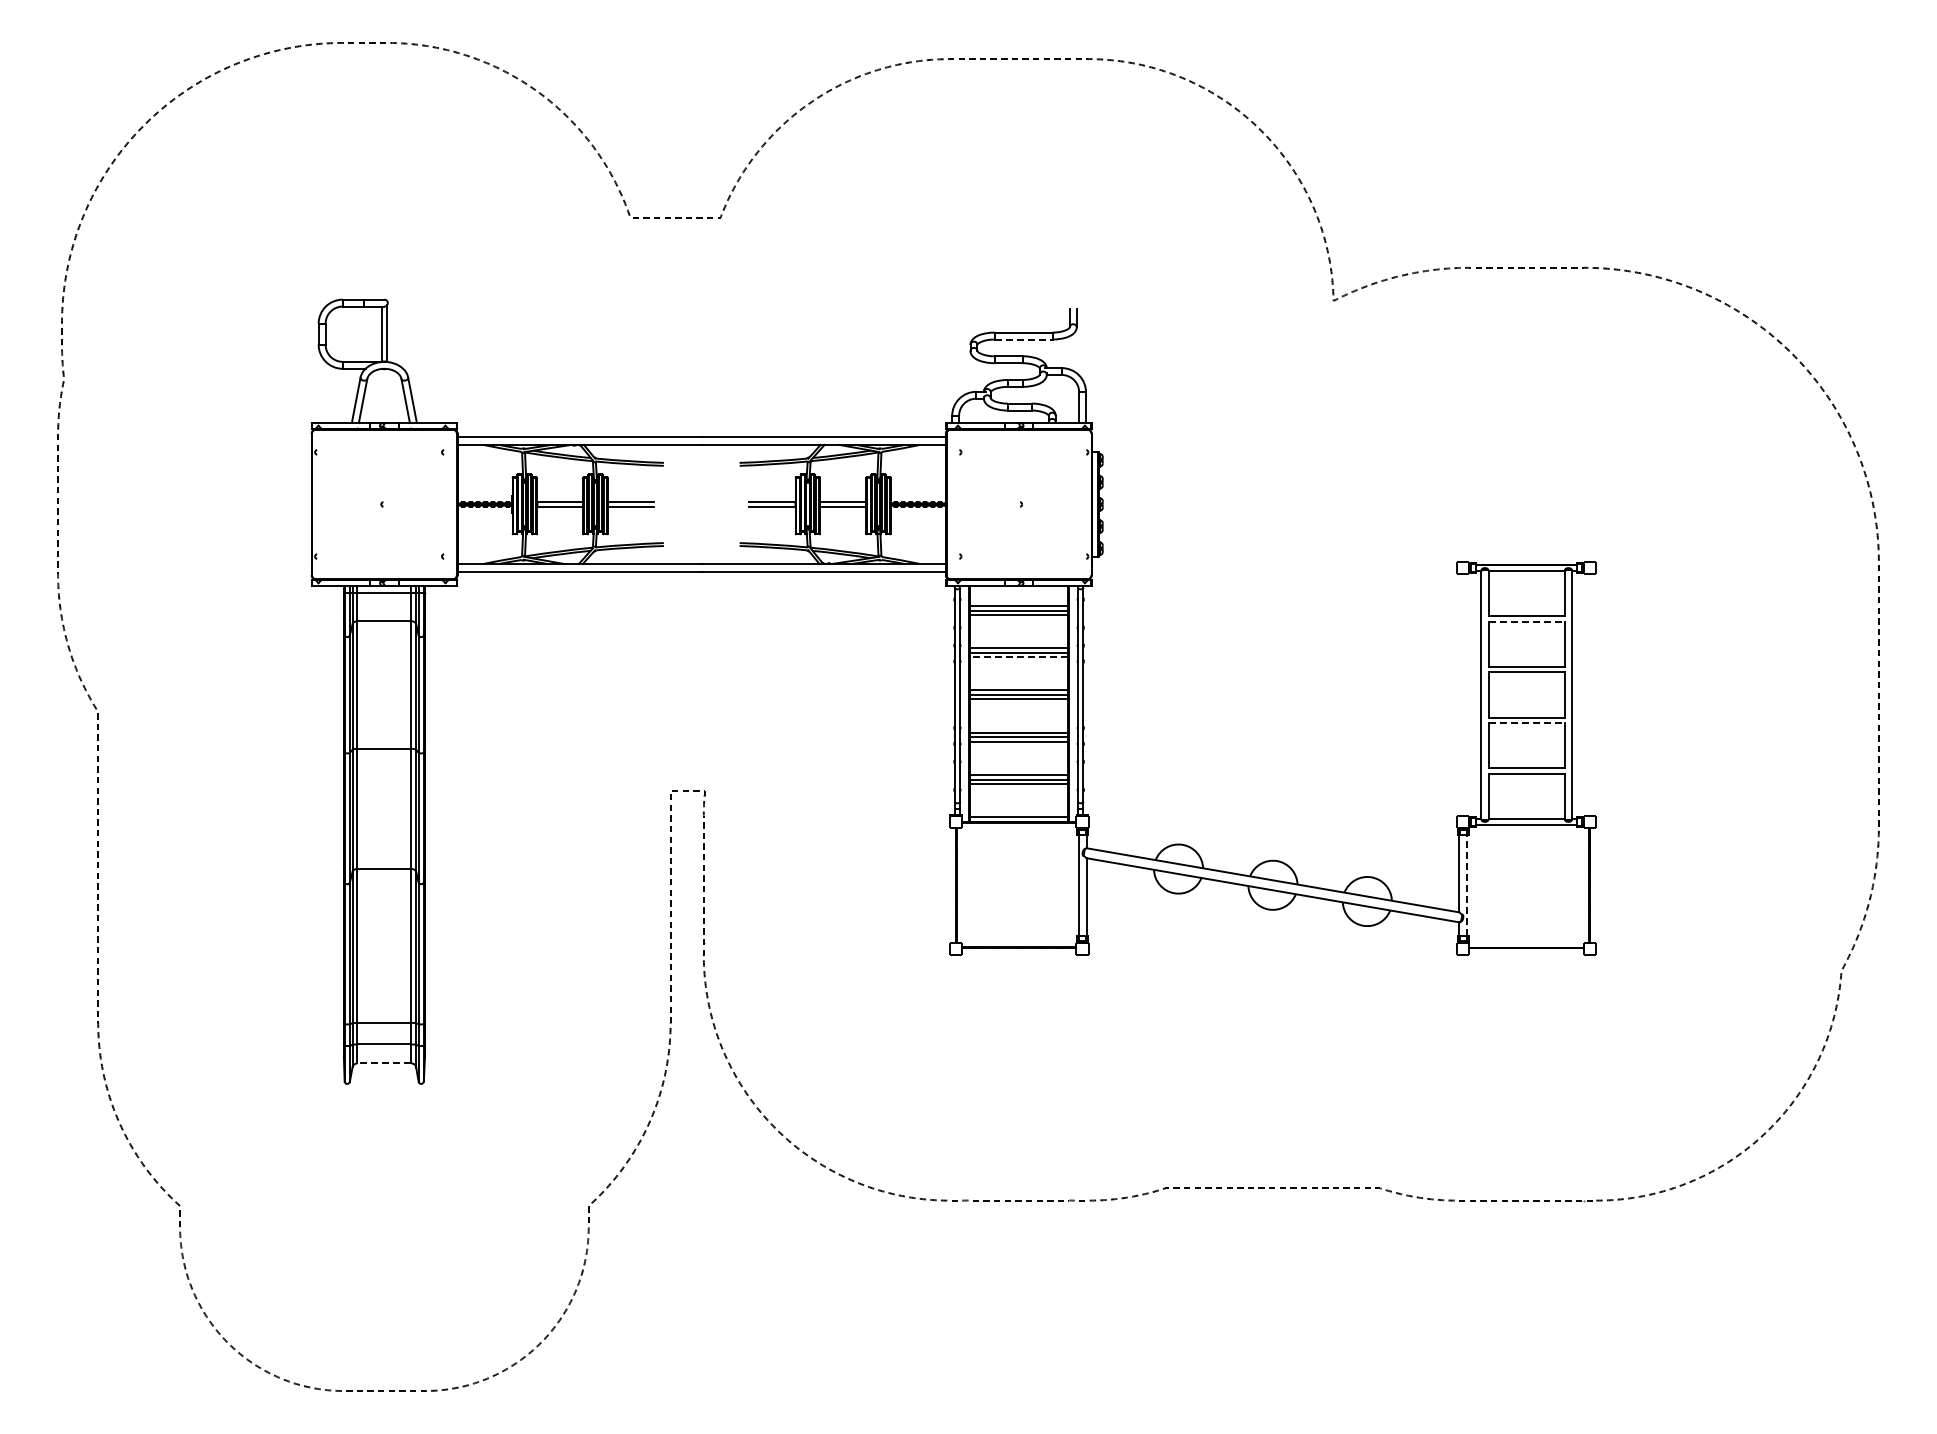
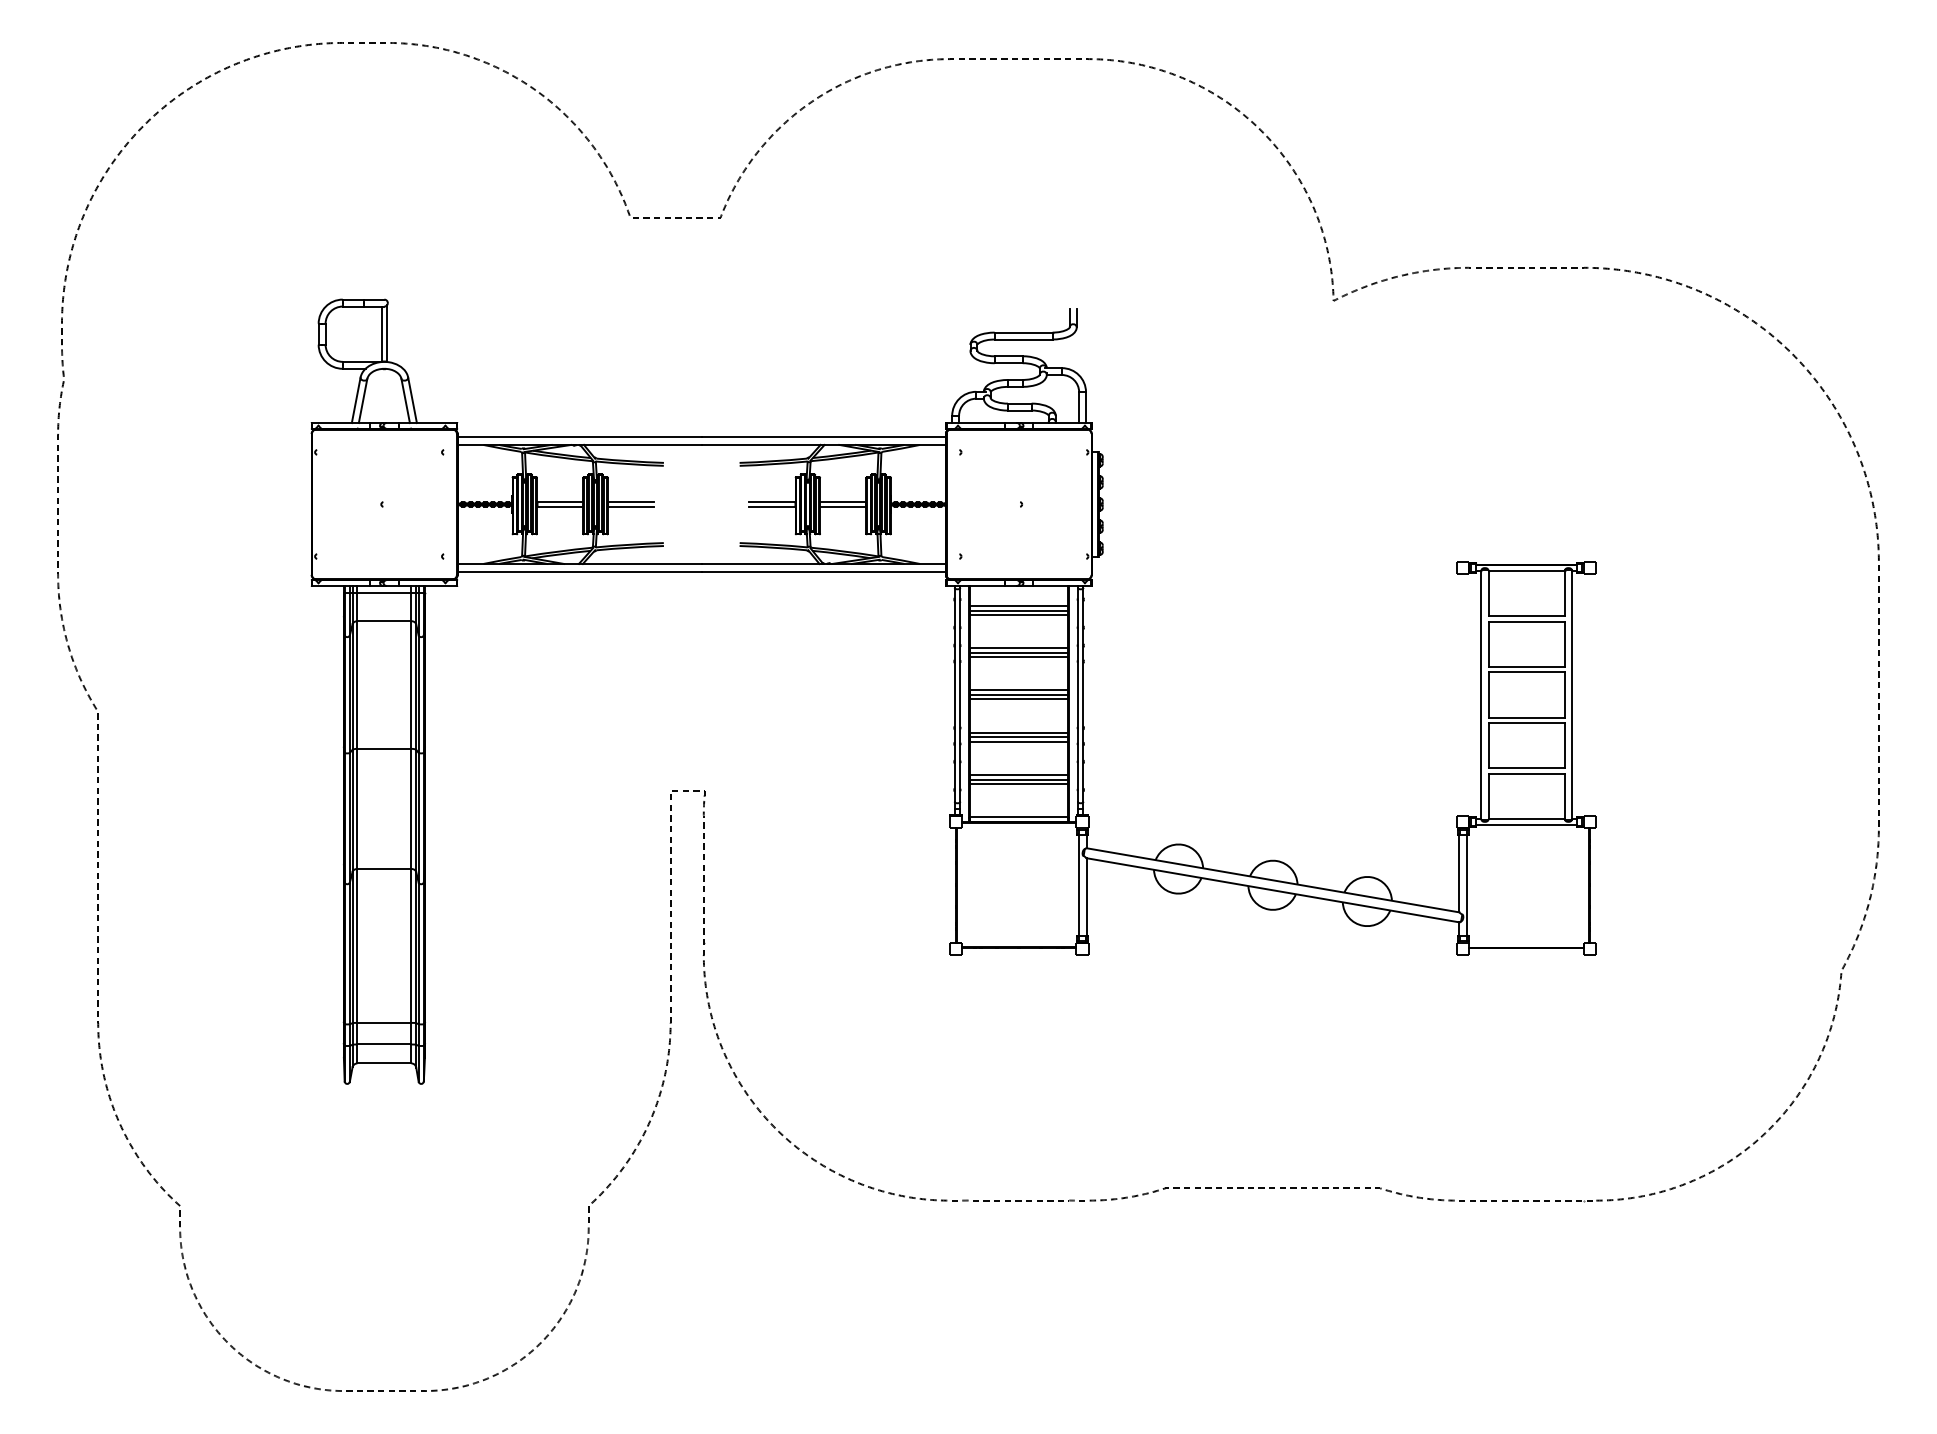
line at (1023, 339): dashed -> solid
line at (1526, 621): dashed -> solid
line at (1018, 657): dashed -> solid
line at (1526, 723): dashed -> solid
line at (1467, 884): dashed -> solid
line at (383, 1063): dashed -> solid
